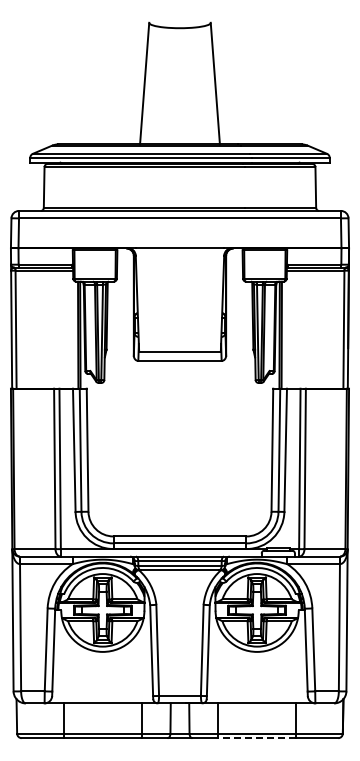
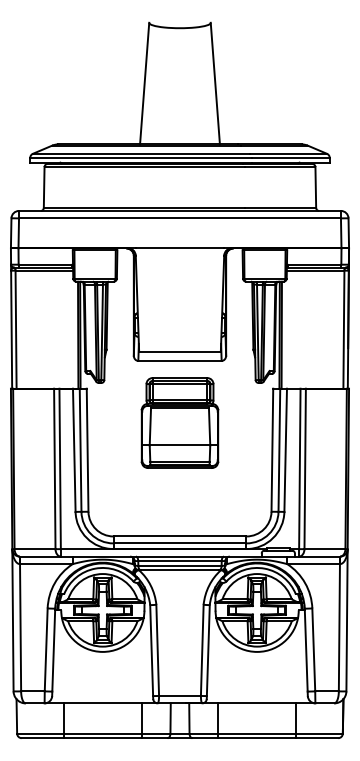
part at (179, 422): none -> present
line at (256, 738): dashed -> solid
